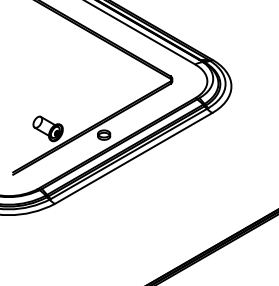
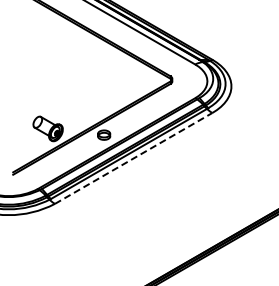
line at (133, 158): solid -> dashed
